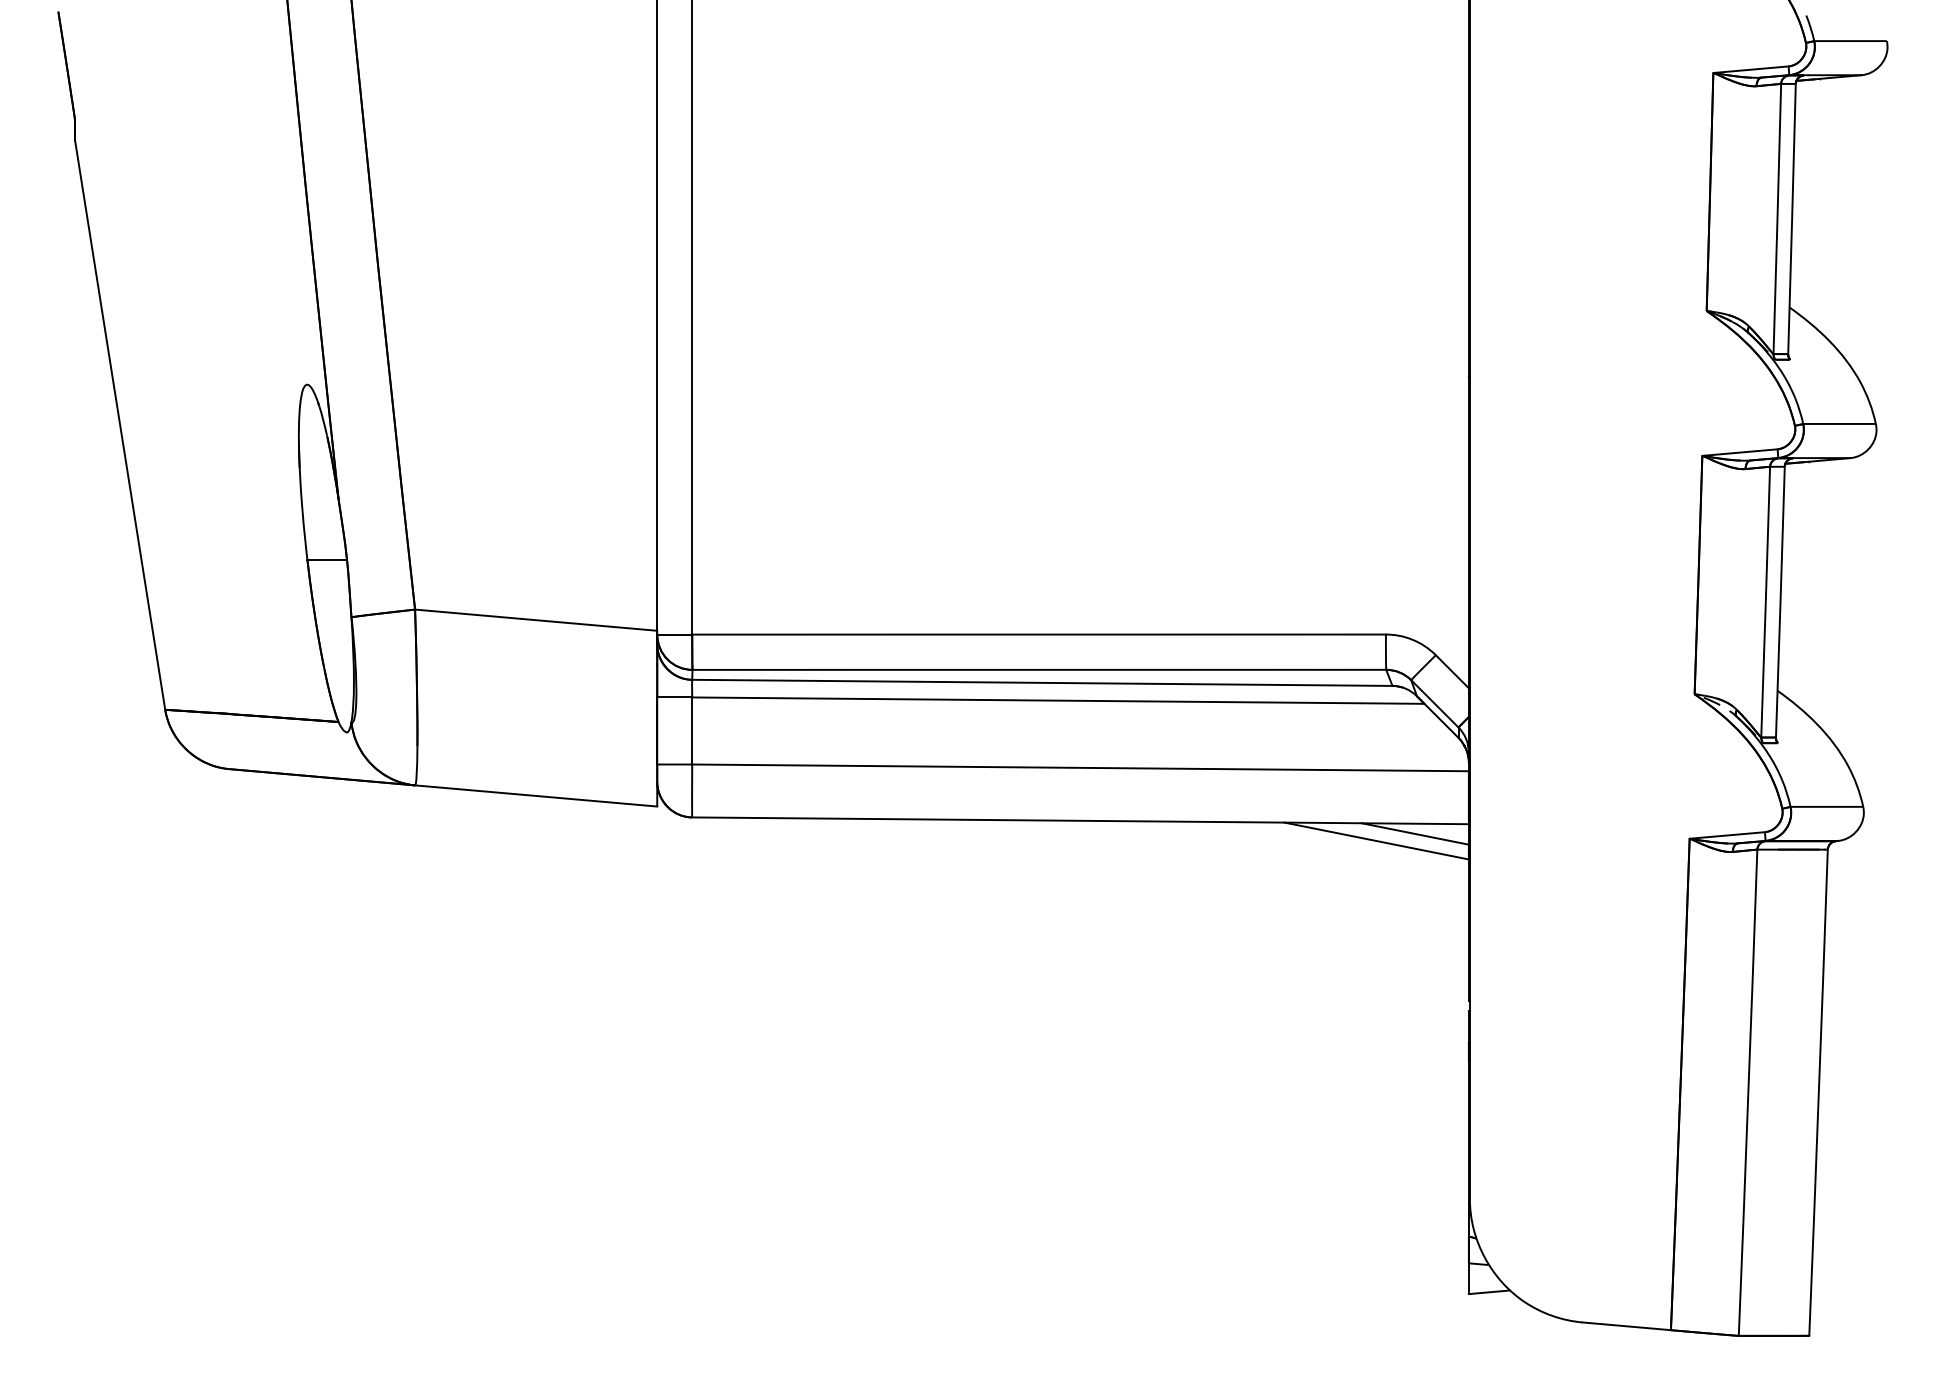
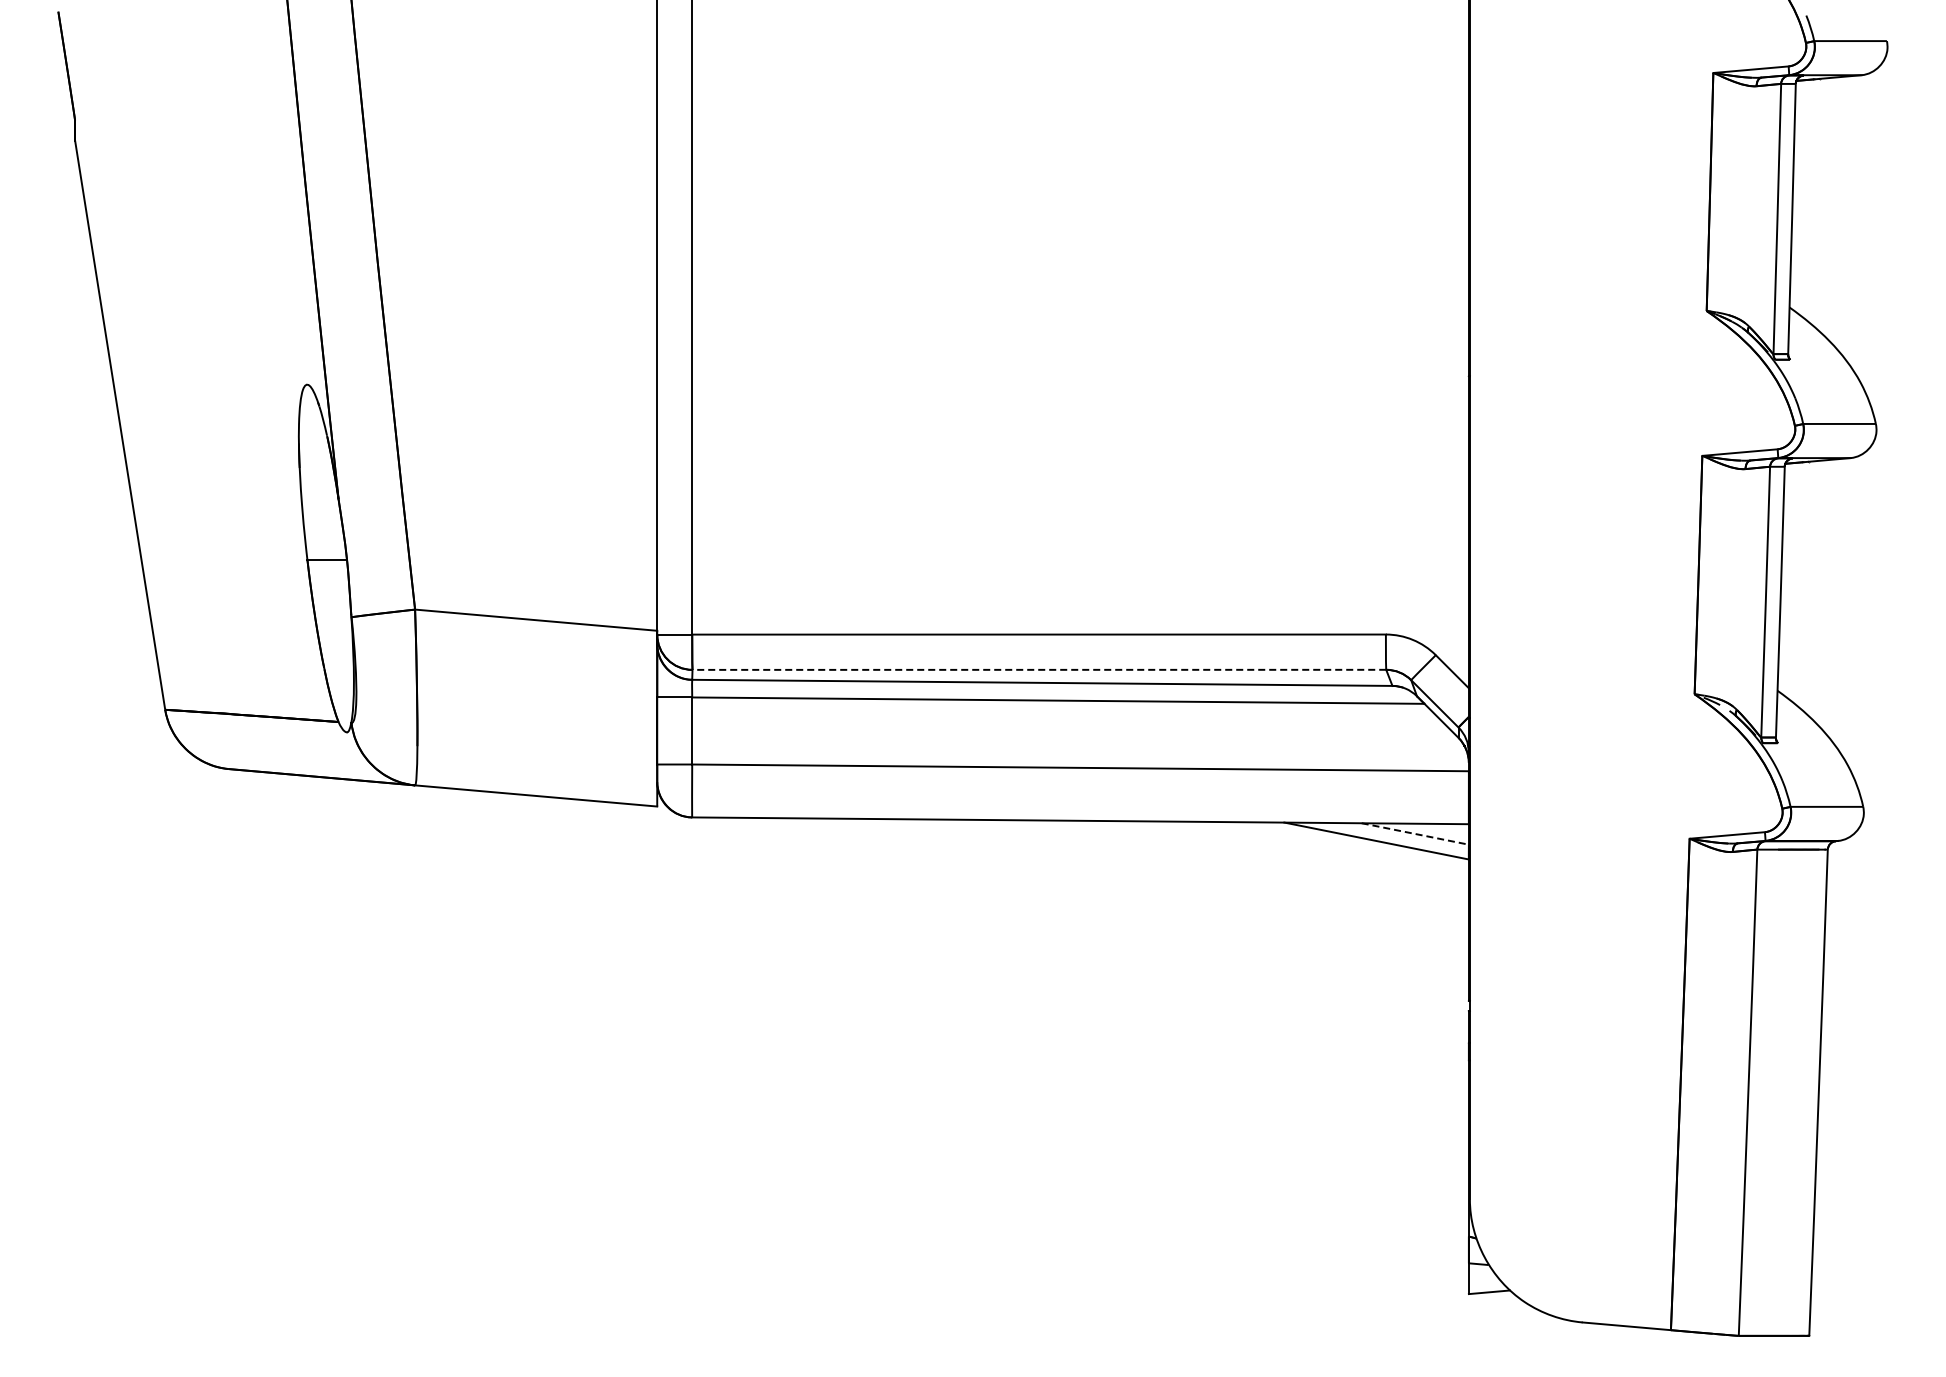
line at (1039, 669): solid -> dashed
line at (1415, 833): solid -> dashed
